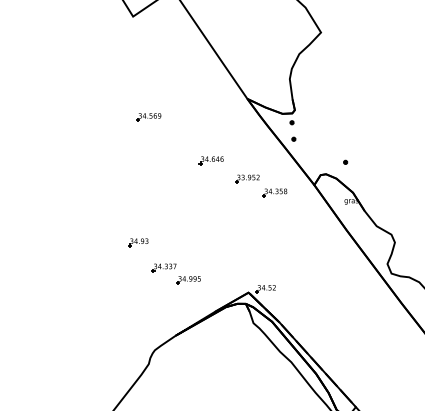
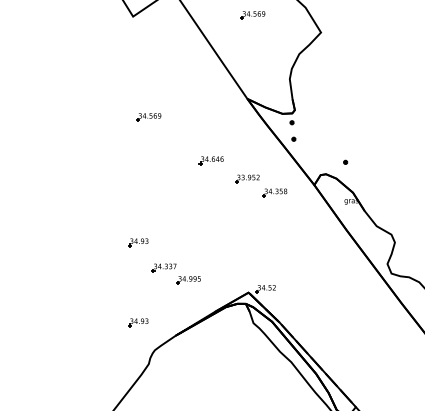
part at (252, 15): none -> present
part at (138, 322): none -> present
